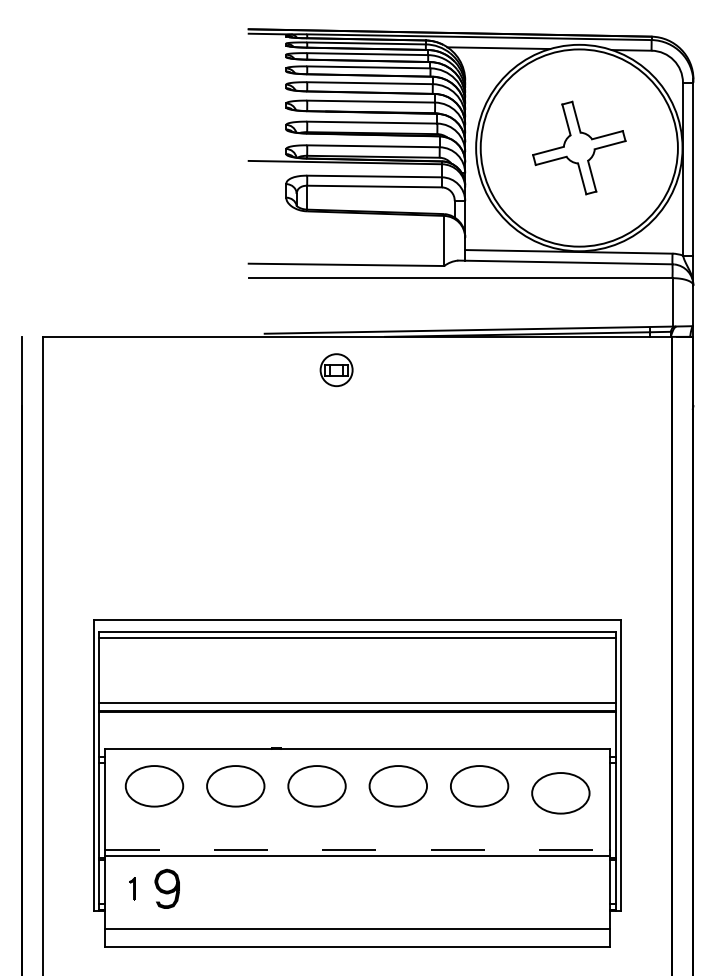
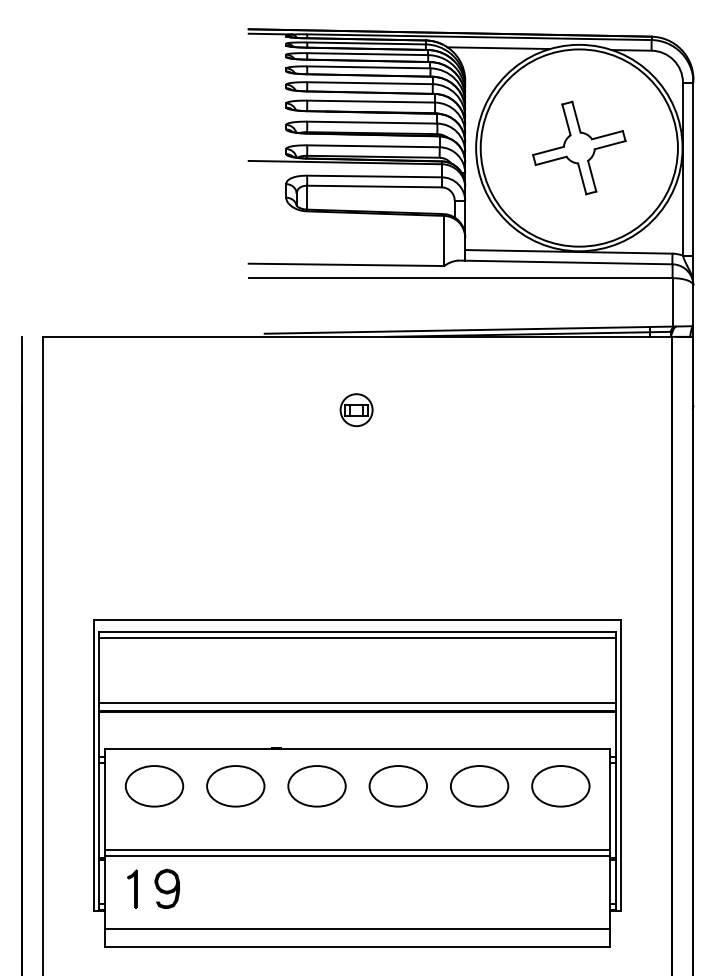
part at (336, 370) position: (336, 370) -> (356, 410)
part at (560, 793) position: (560, 793) -> (560, 786)
line at (358, 849): dashed -> solid
part at (132, 888) size: 7x24 px -> 11x40 px
